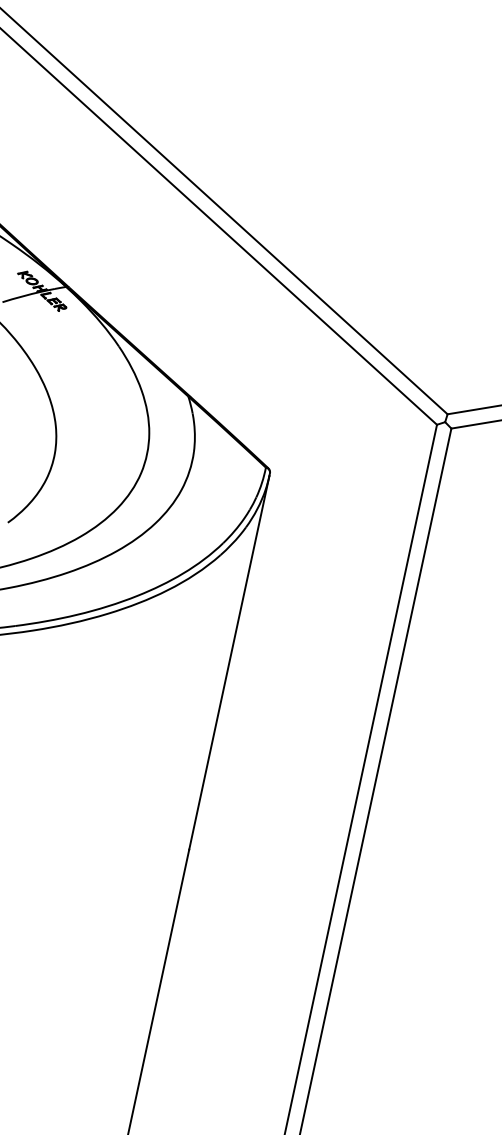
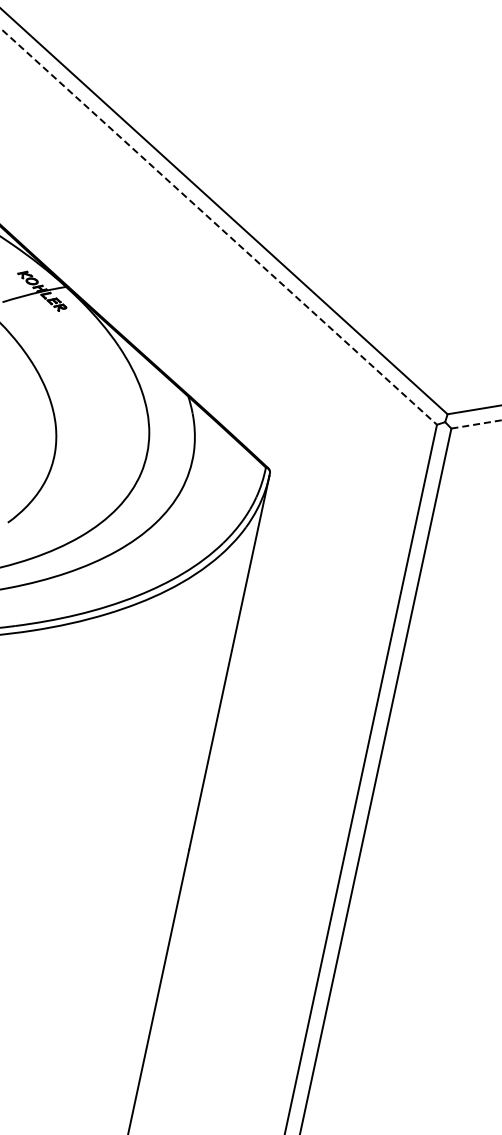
line at (218, 226): solid -> dashed
line at (477, 424): solid -> dashed
